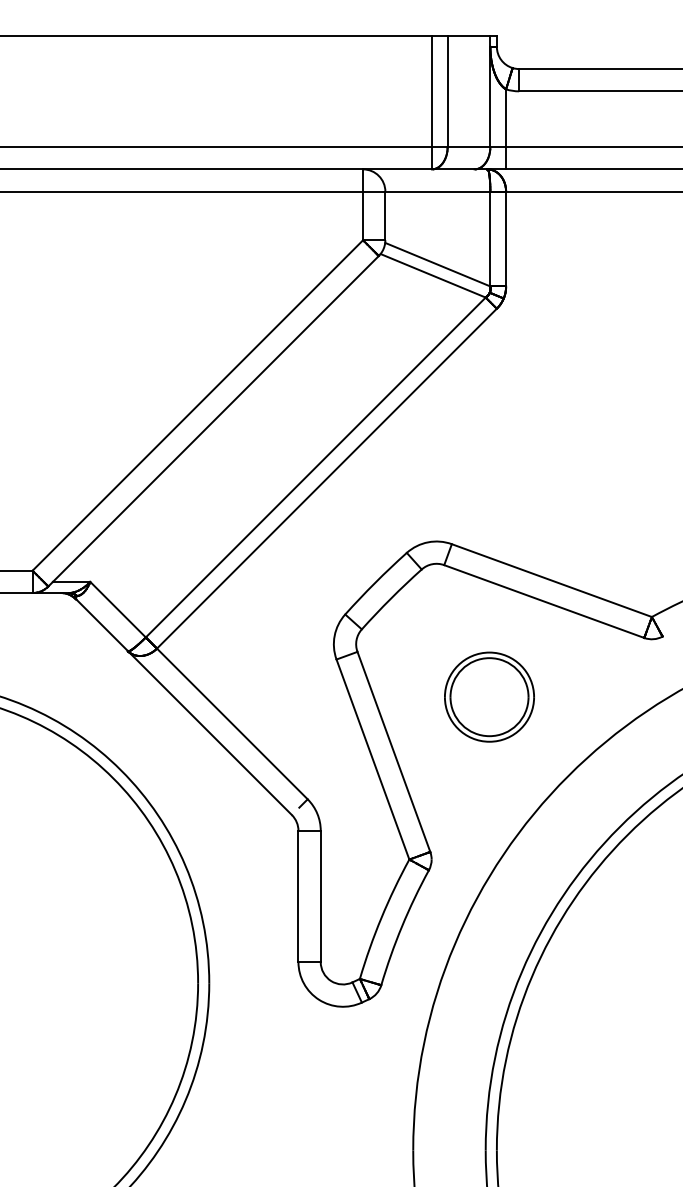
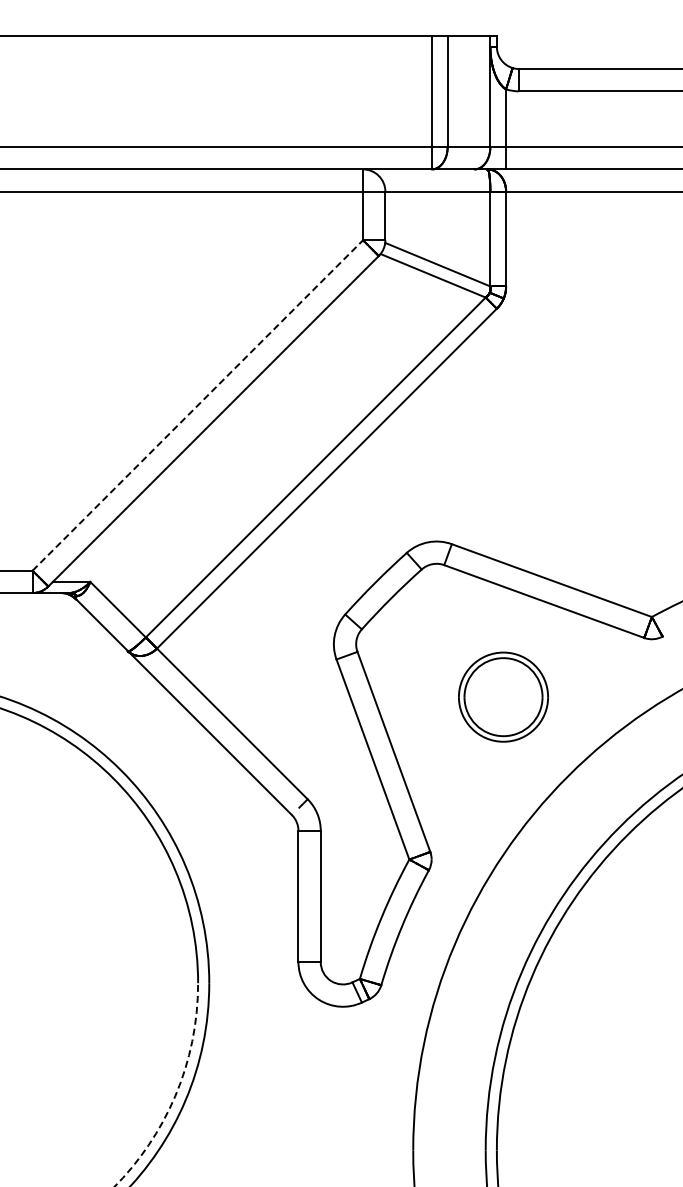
line at (197, 405): solid -> dashed
part at (489, 696) position: (489, 696) -> (503, 696)
arc at (176, 1093): solid -> dashed
